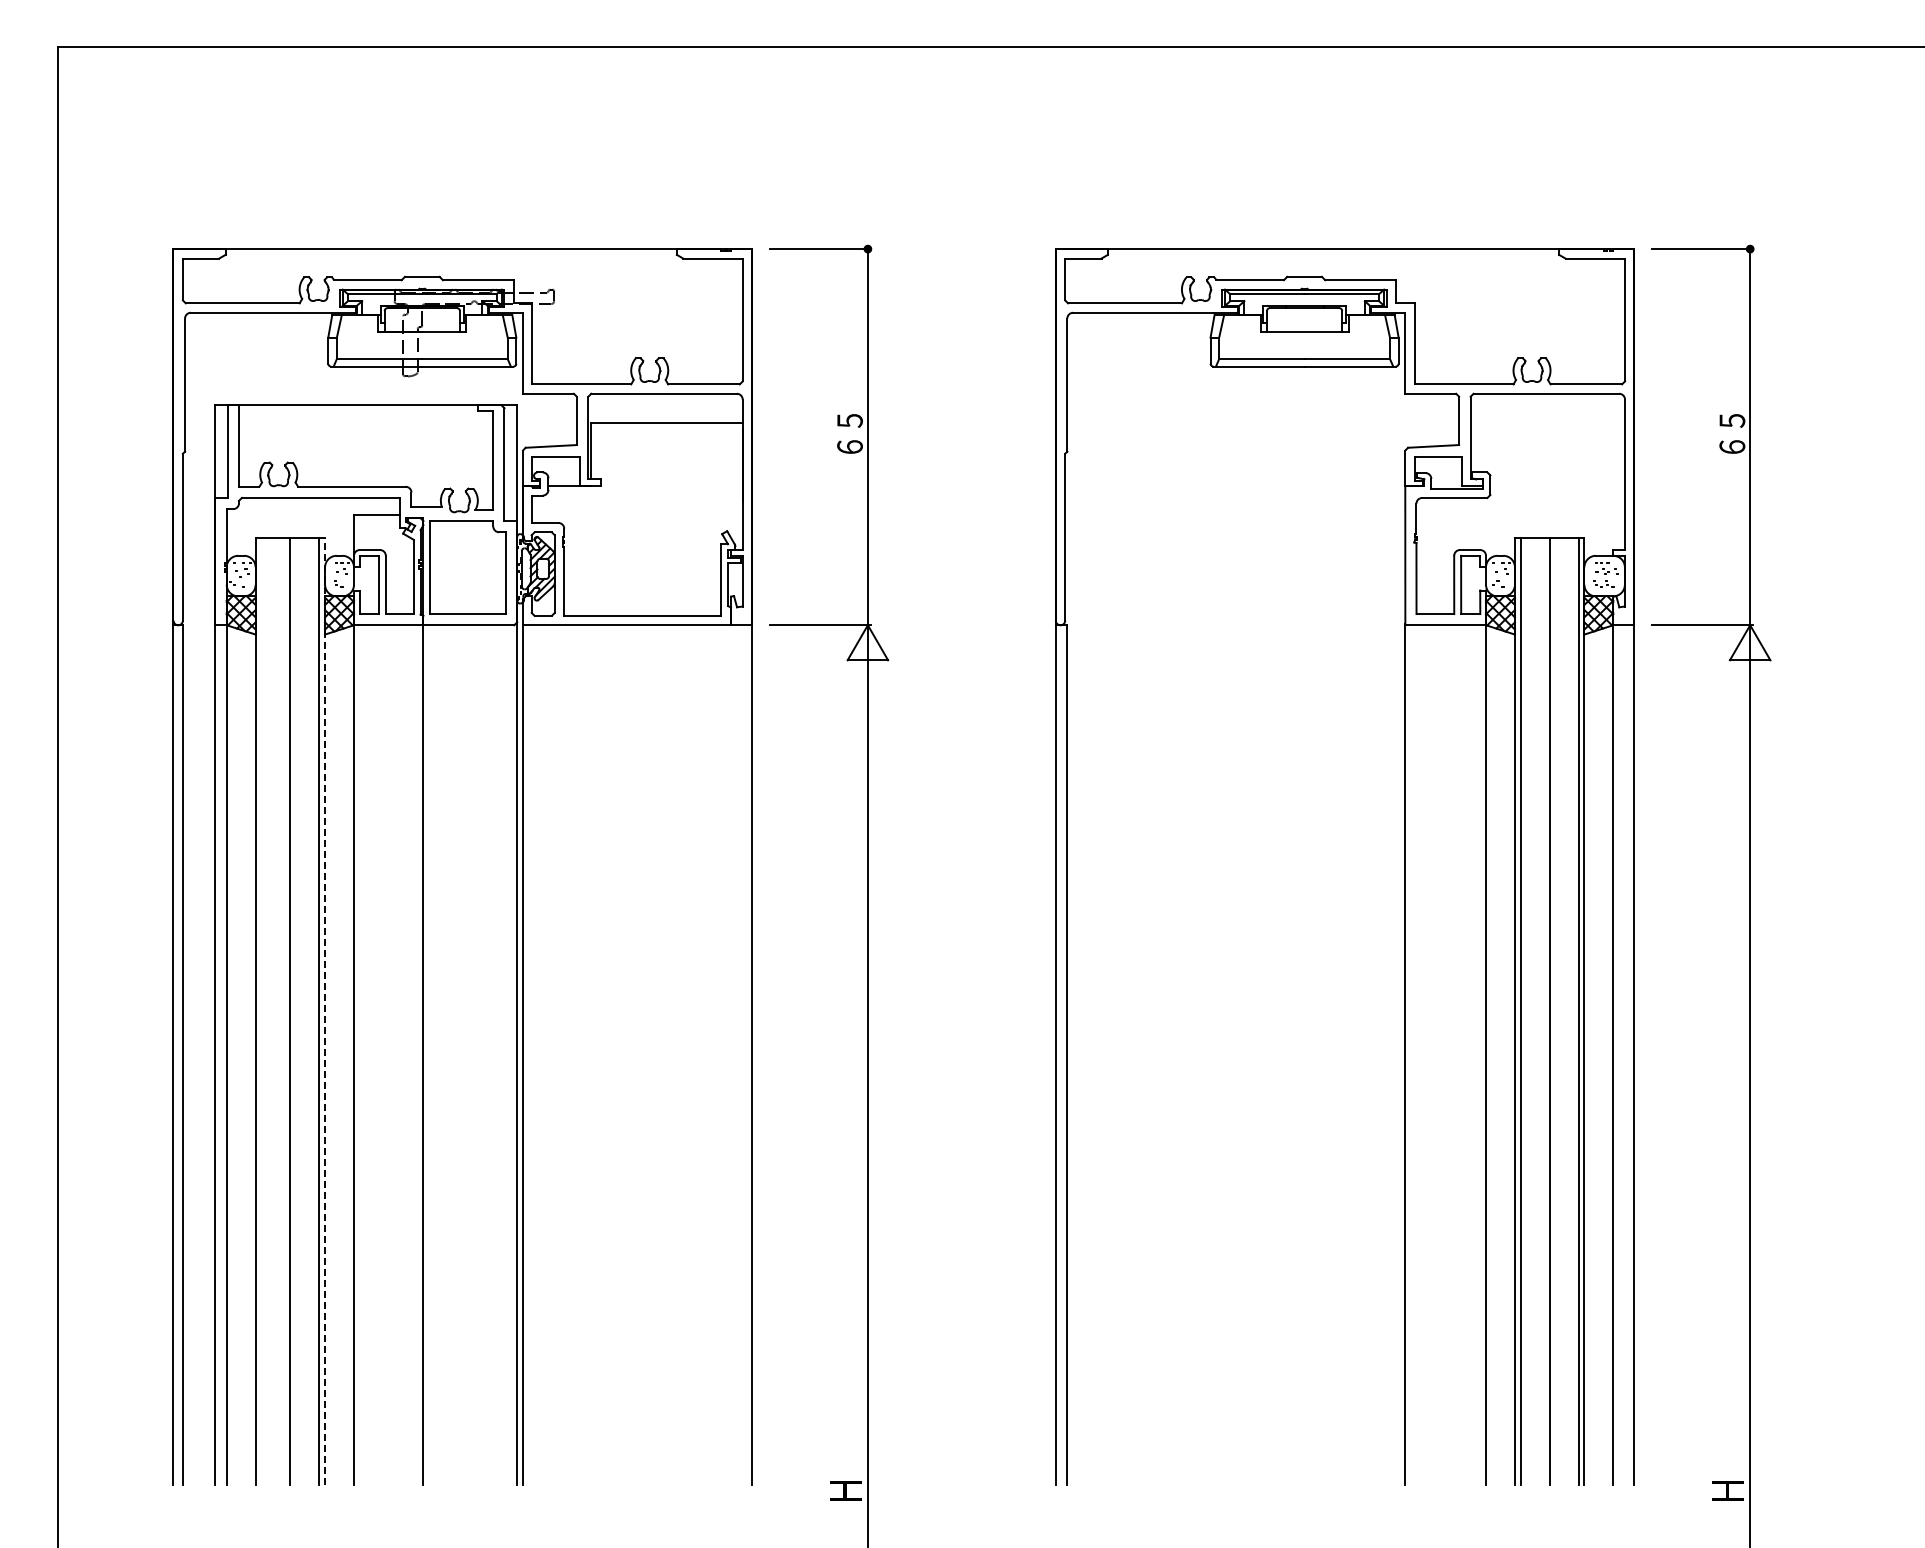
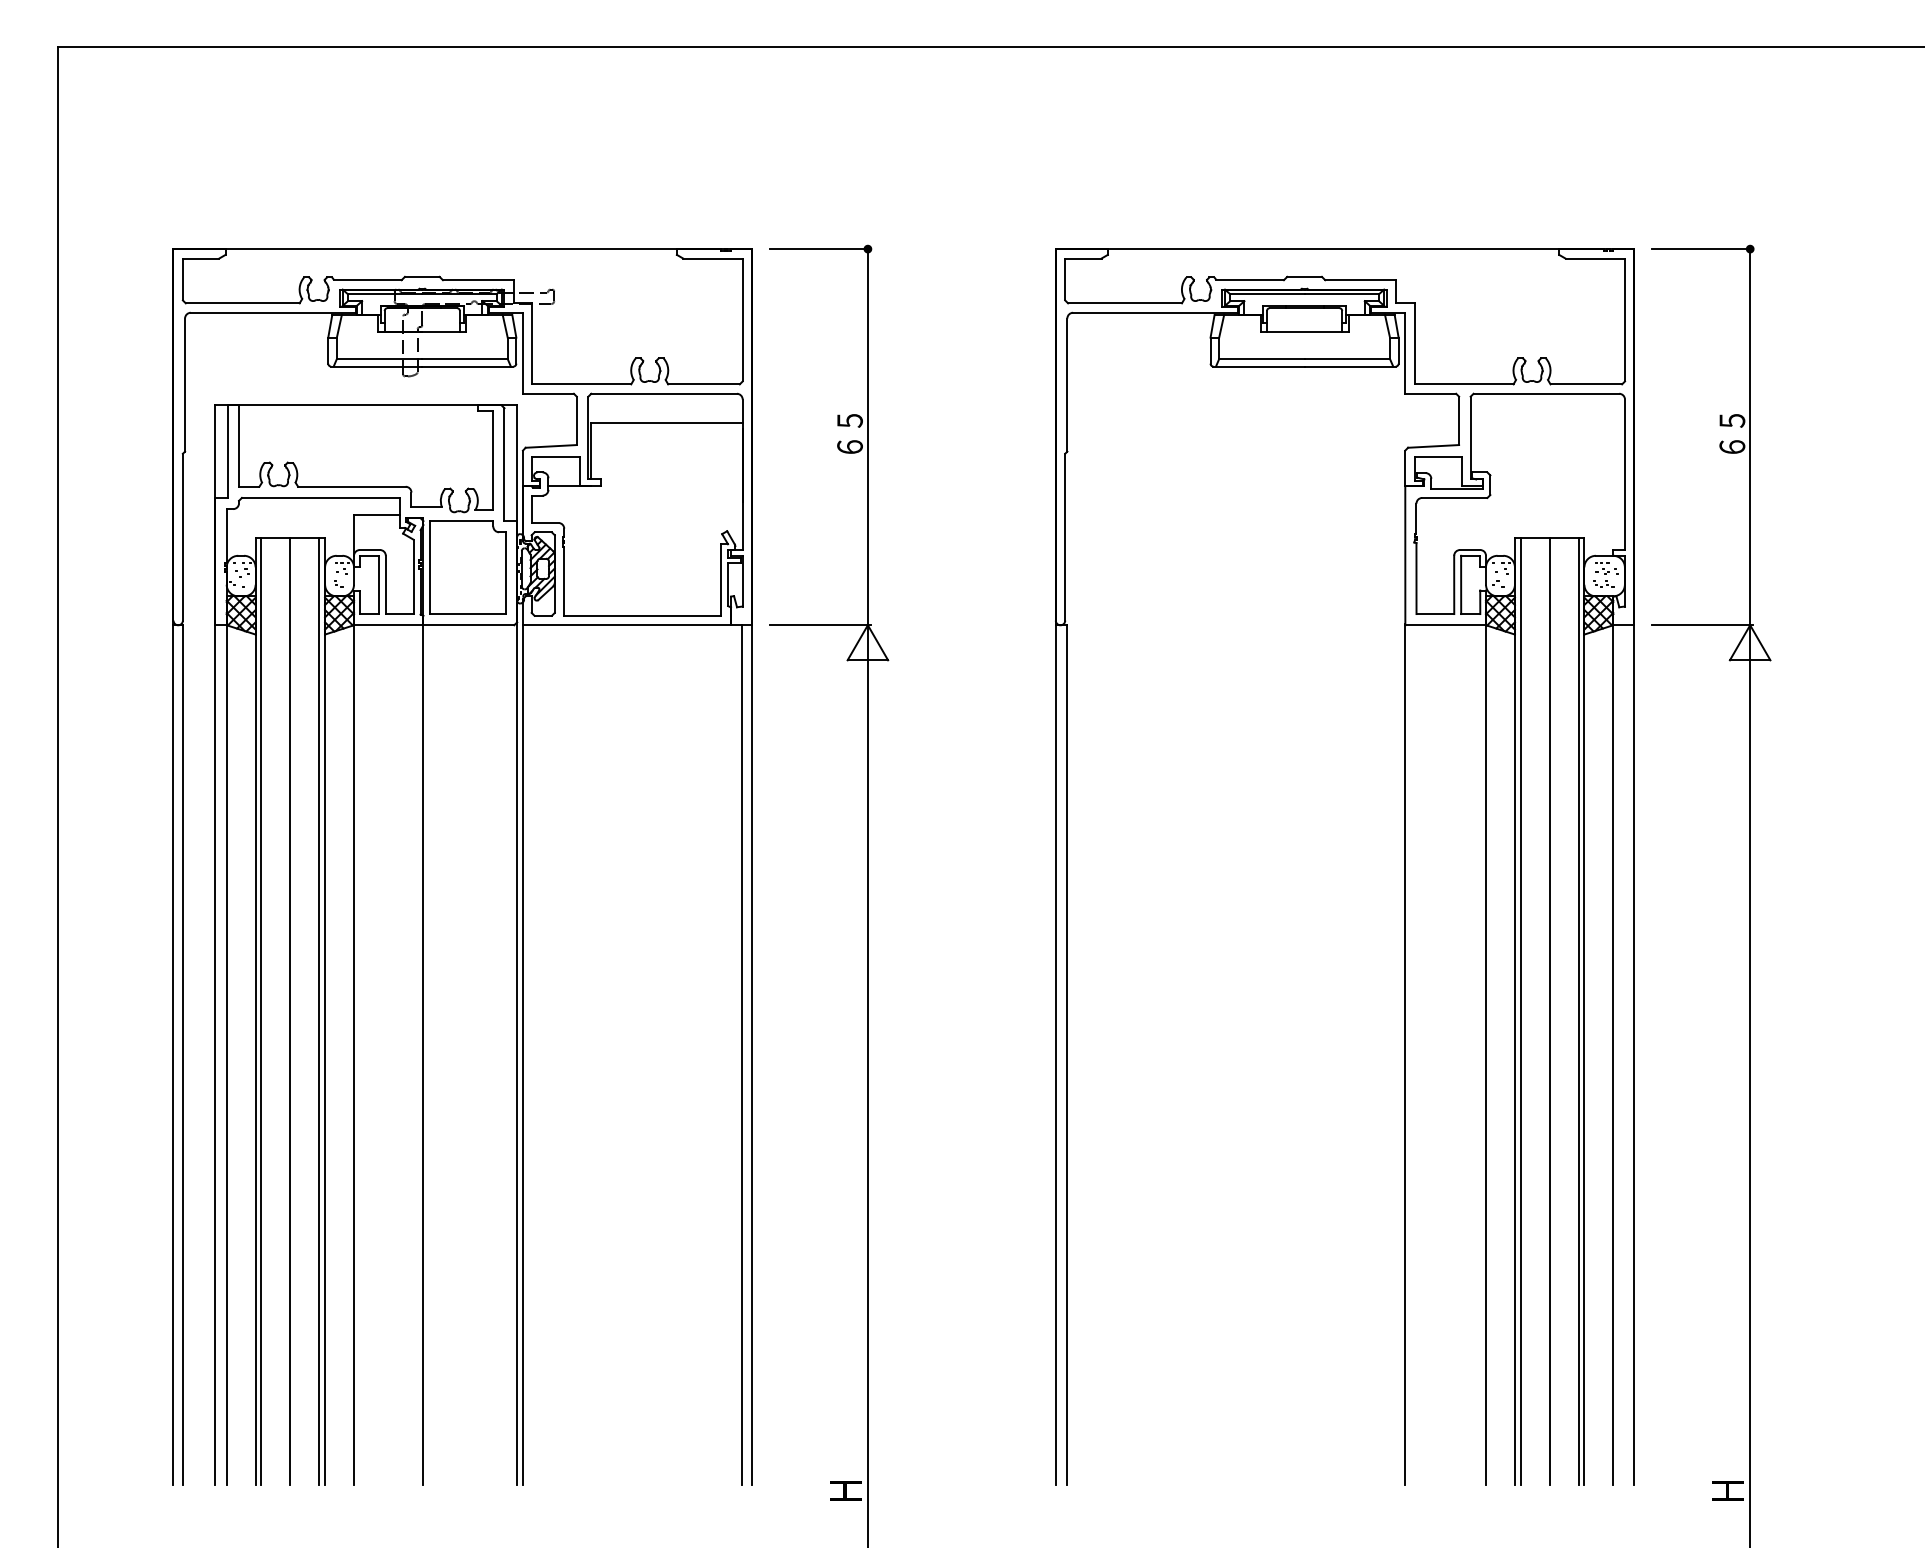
line at (261, 1011): none -> present
line at (325, 1011): dashed -> solid
line at (742, 1054): none -> present
